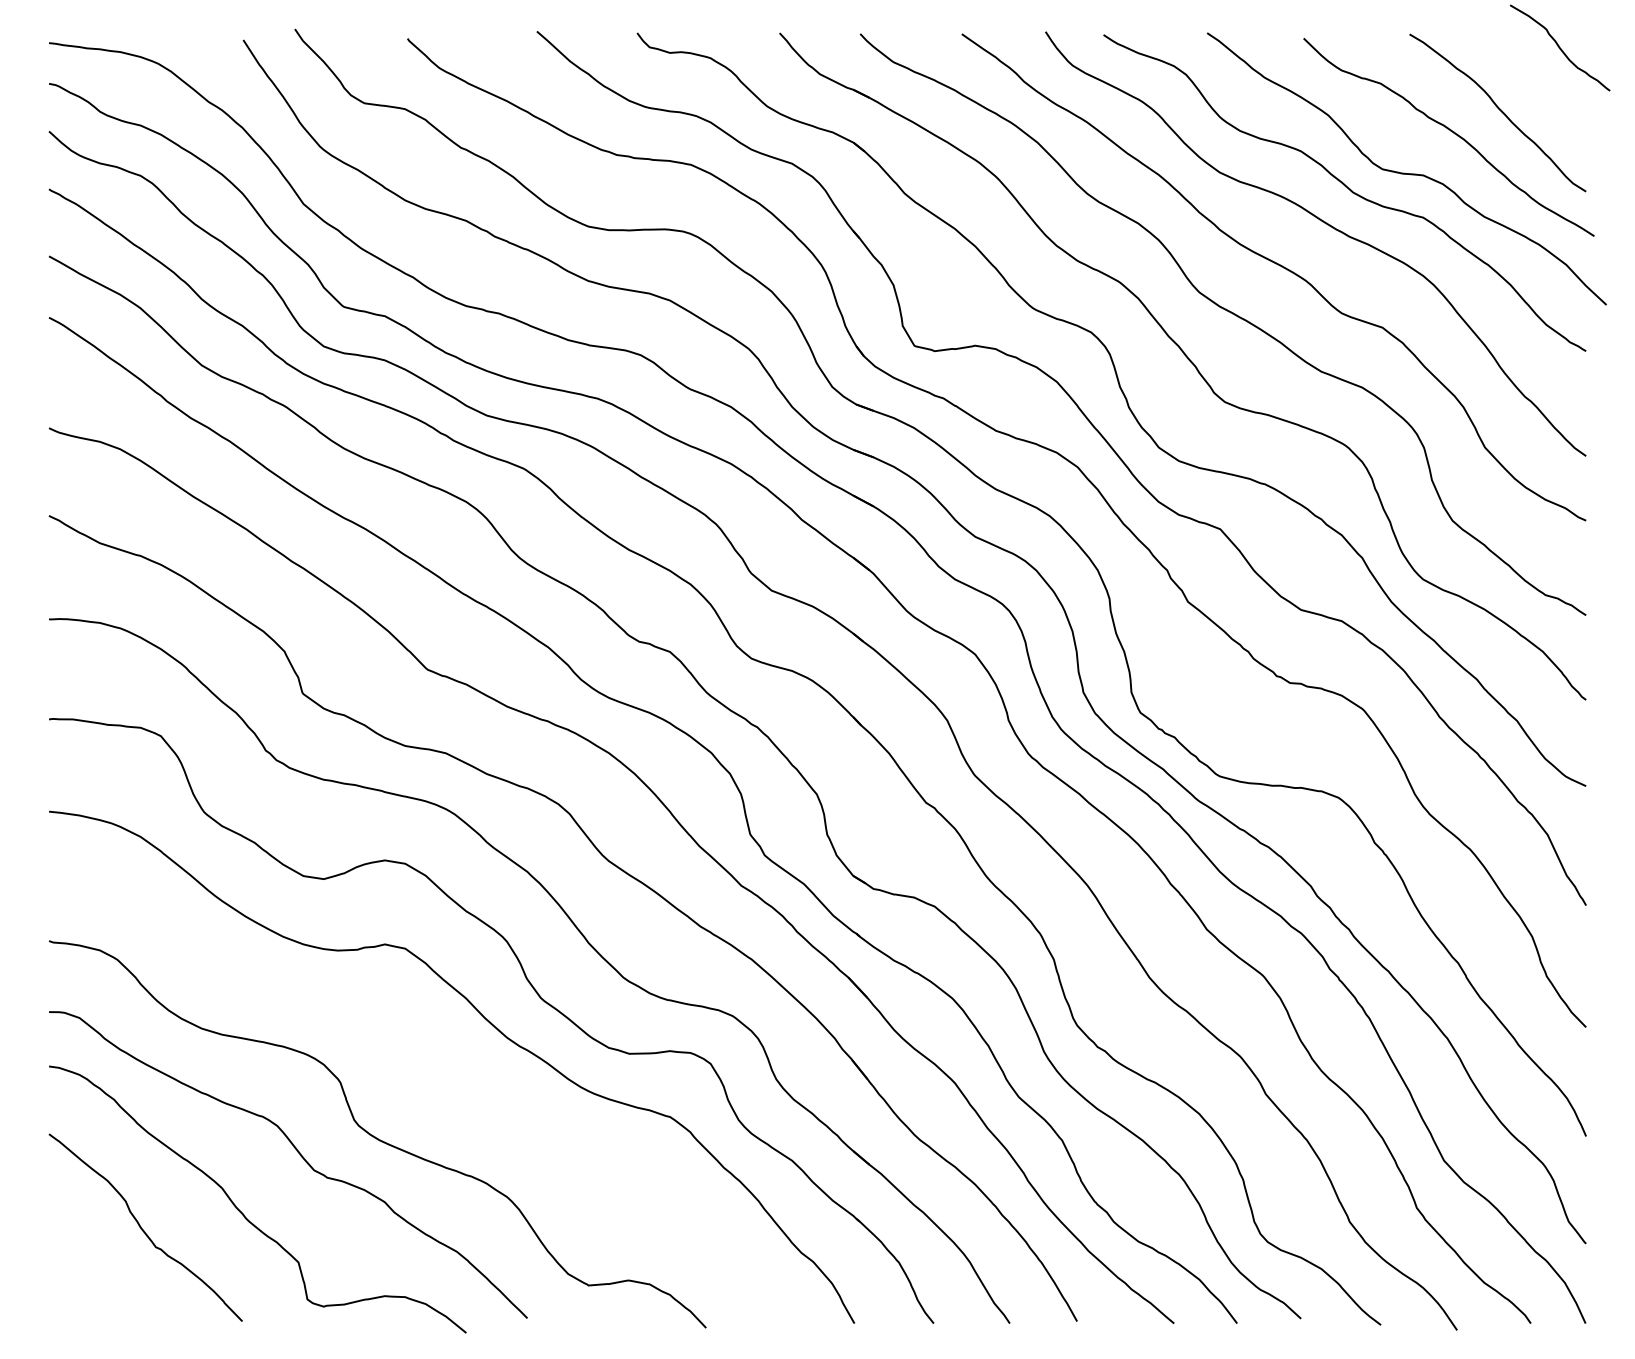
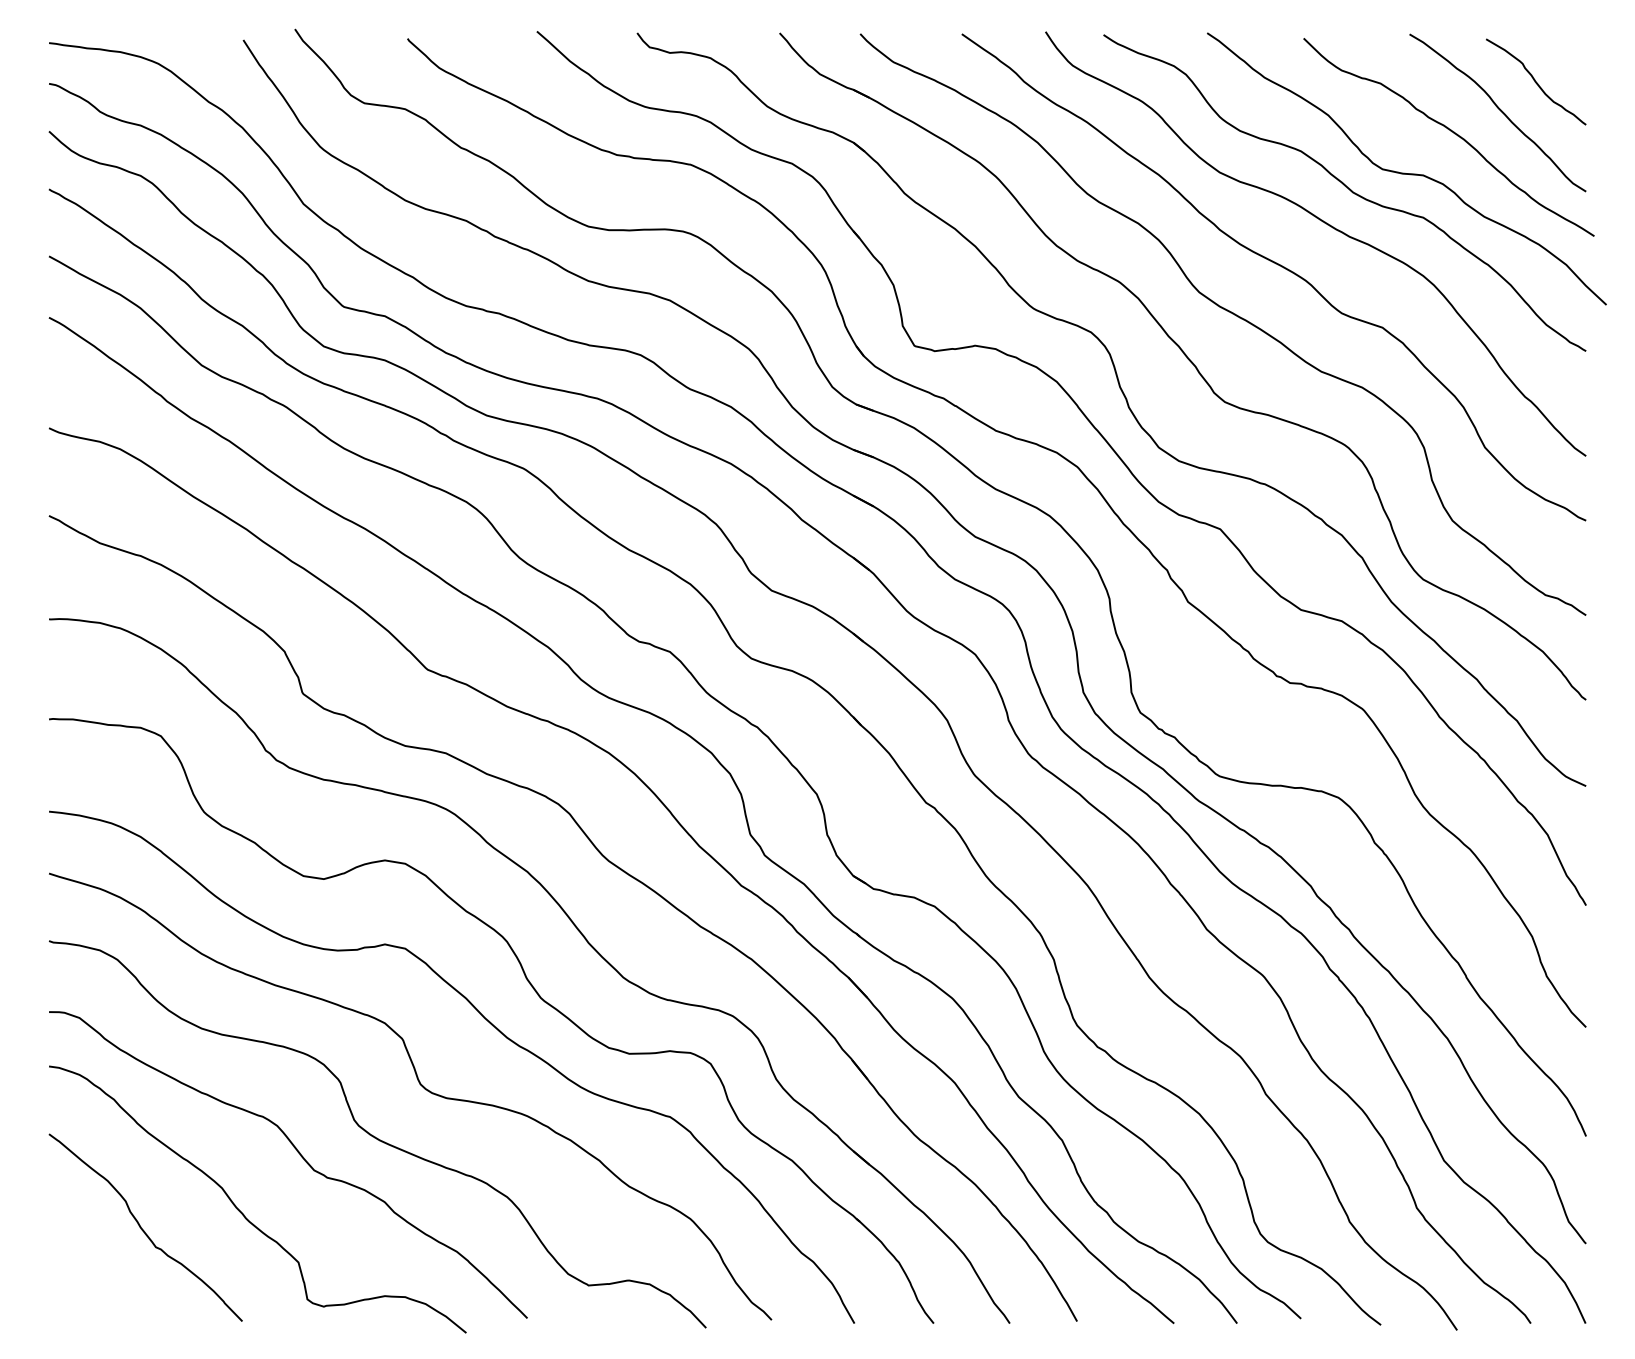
curve at (1560, 47) position: (1560, 47) -> (1536, 81)
curve at (420, 1085): none -> present
